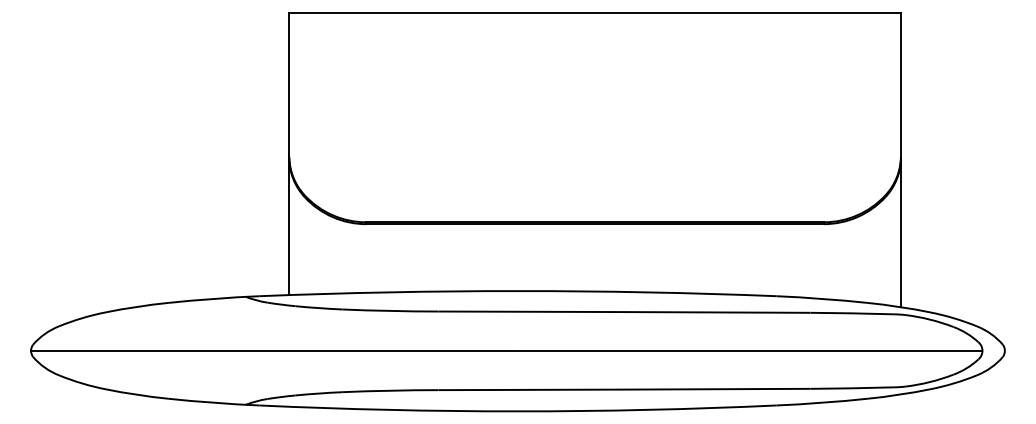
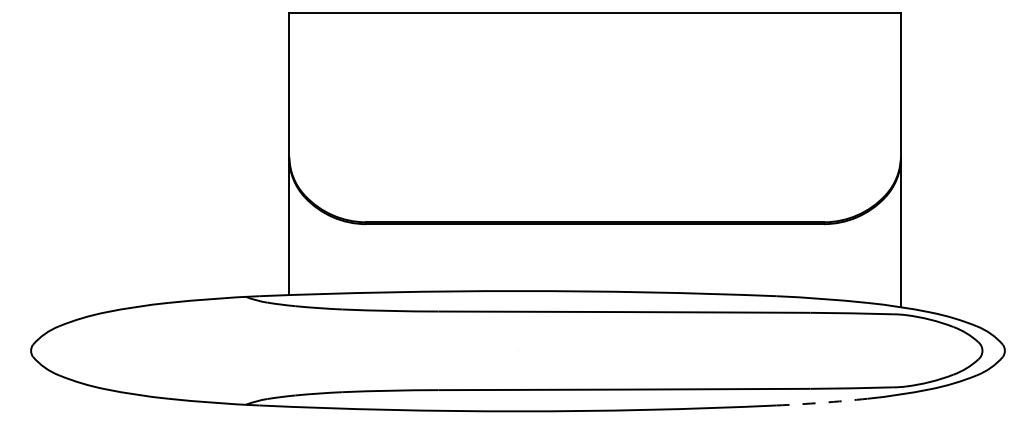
line at (506, 350): present -> none
arc at (822, 402): solid -> dashed
